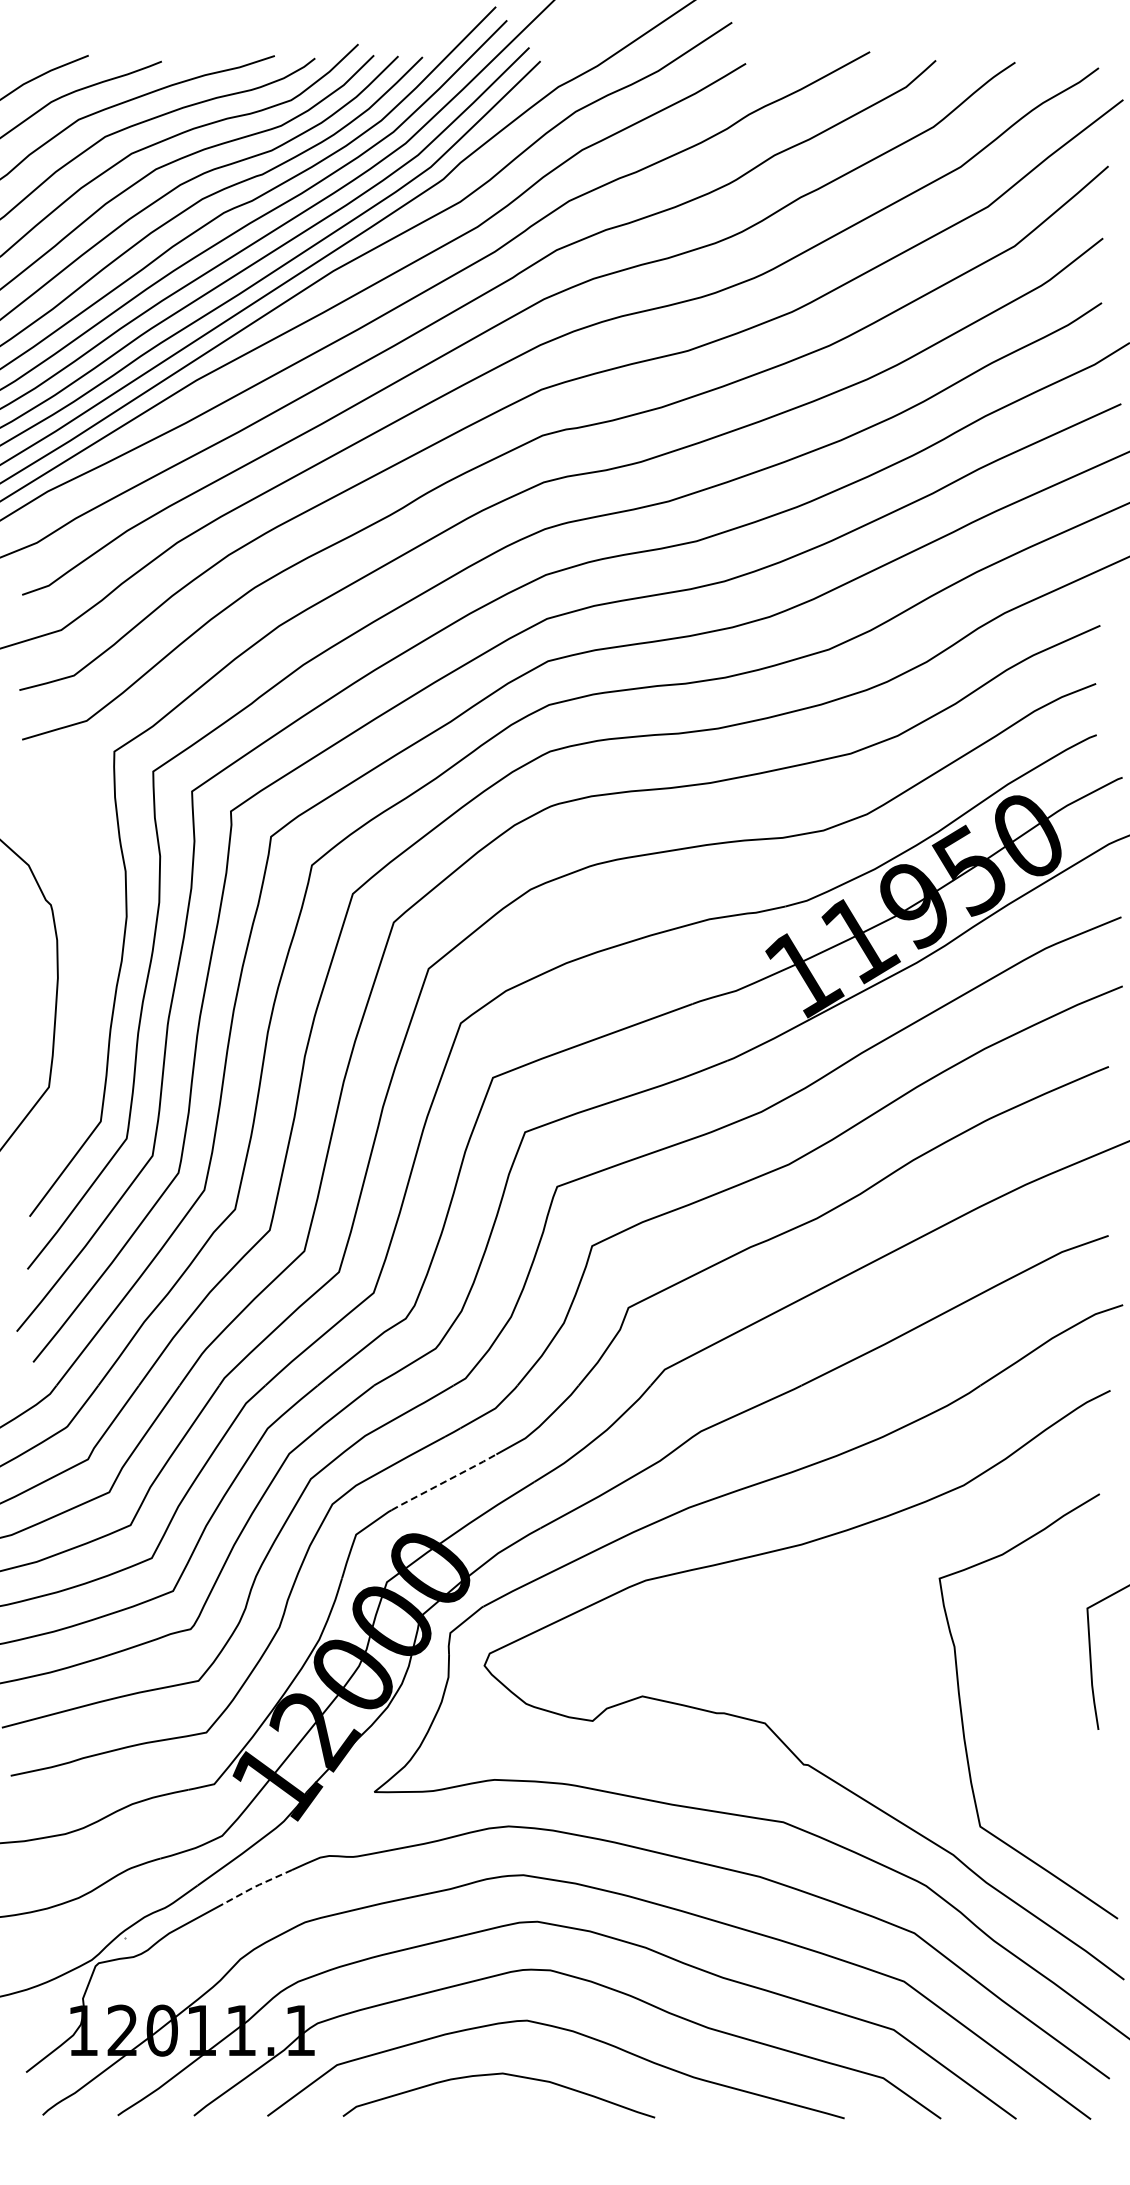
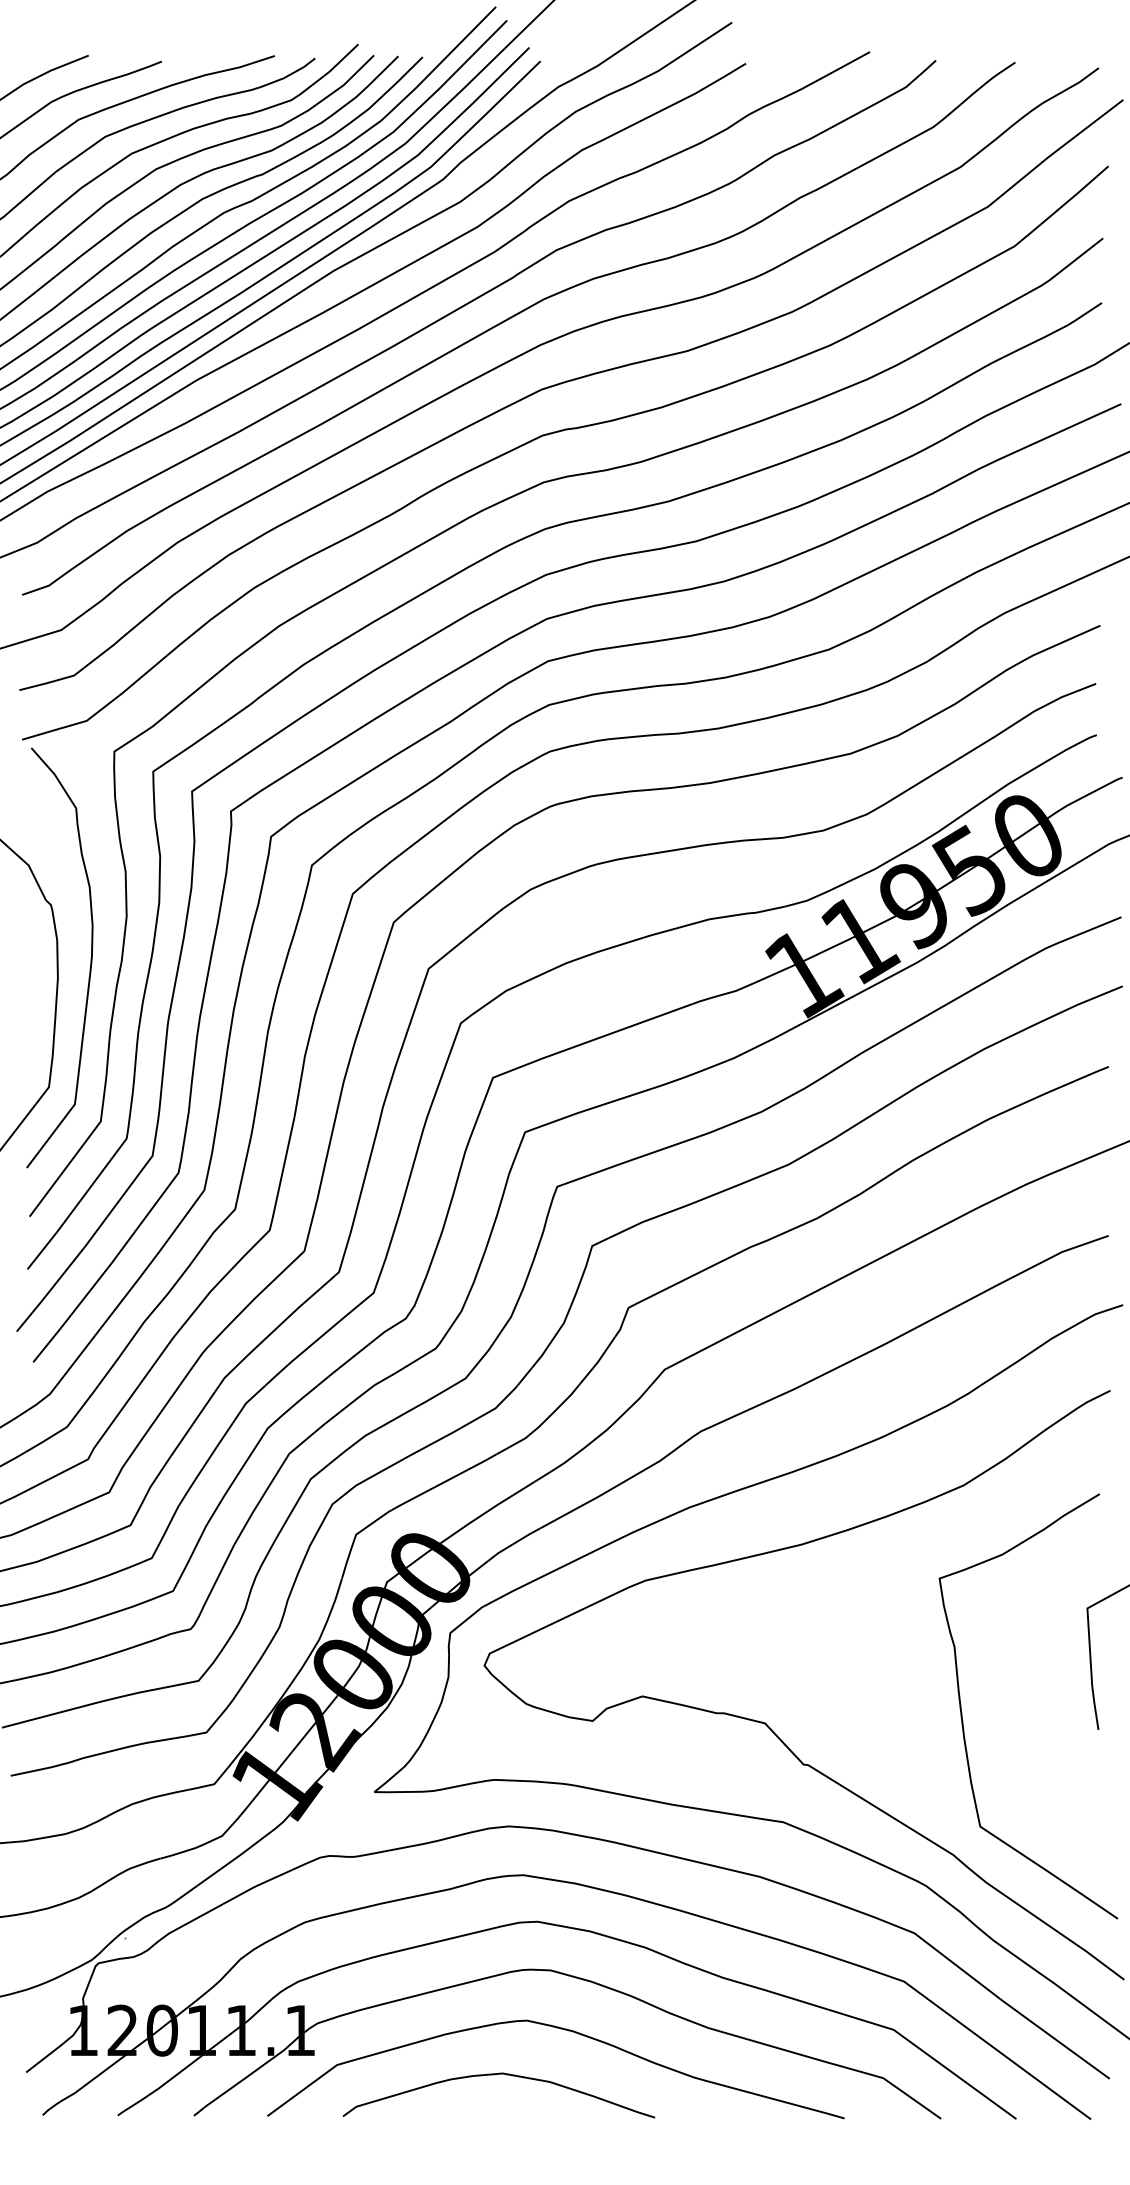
curve at (90, 958): none -> present
line at (443, 1482): dashed -> solid
line at (256, 1886): dashed -> solid
